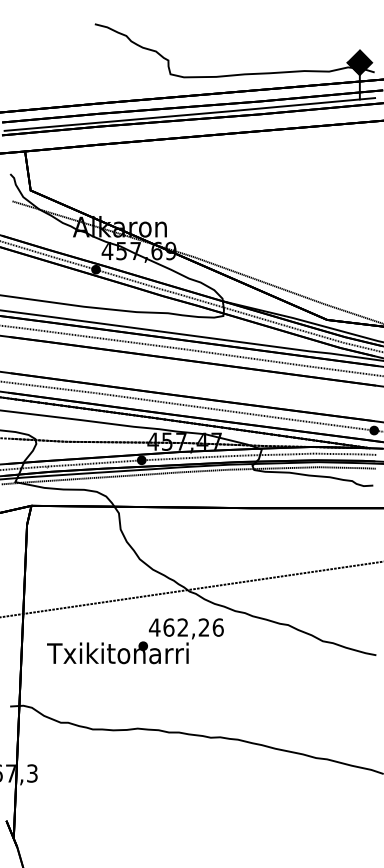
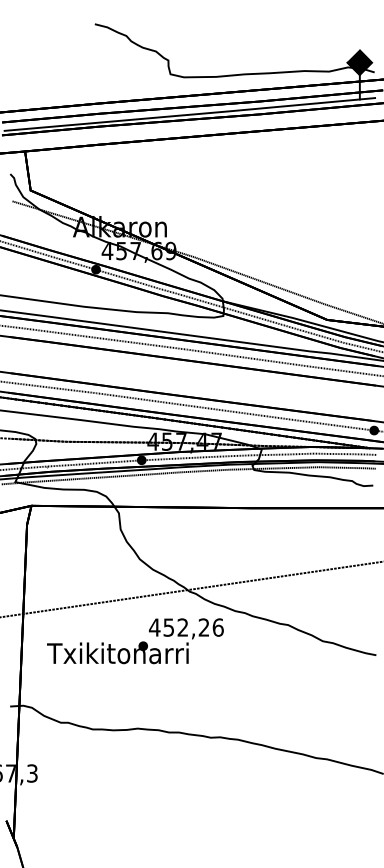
text at (168, 627): 462,26 -> 452,26
